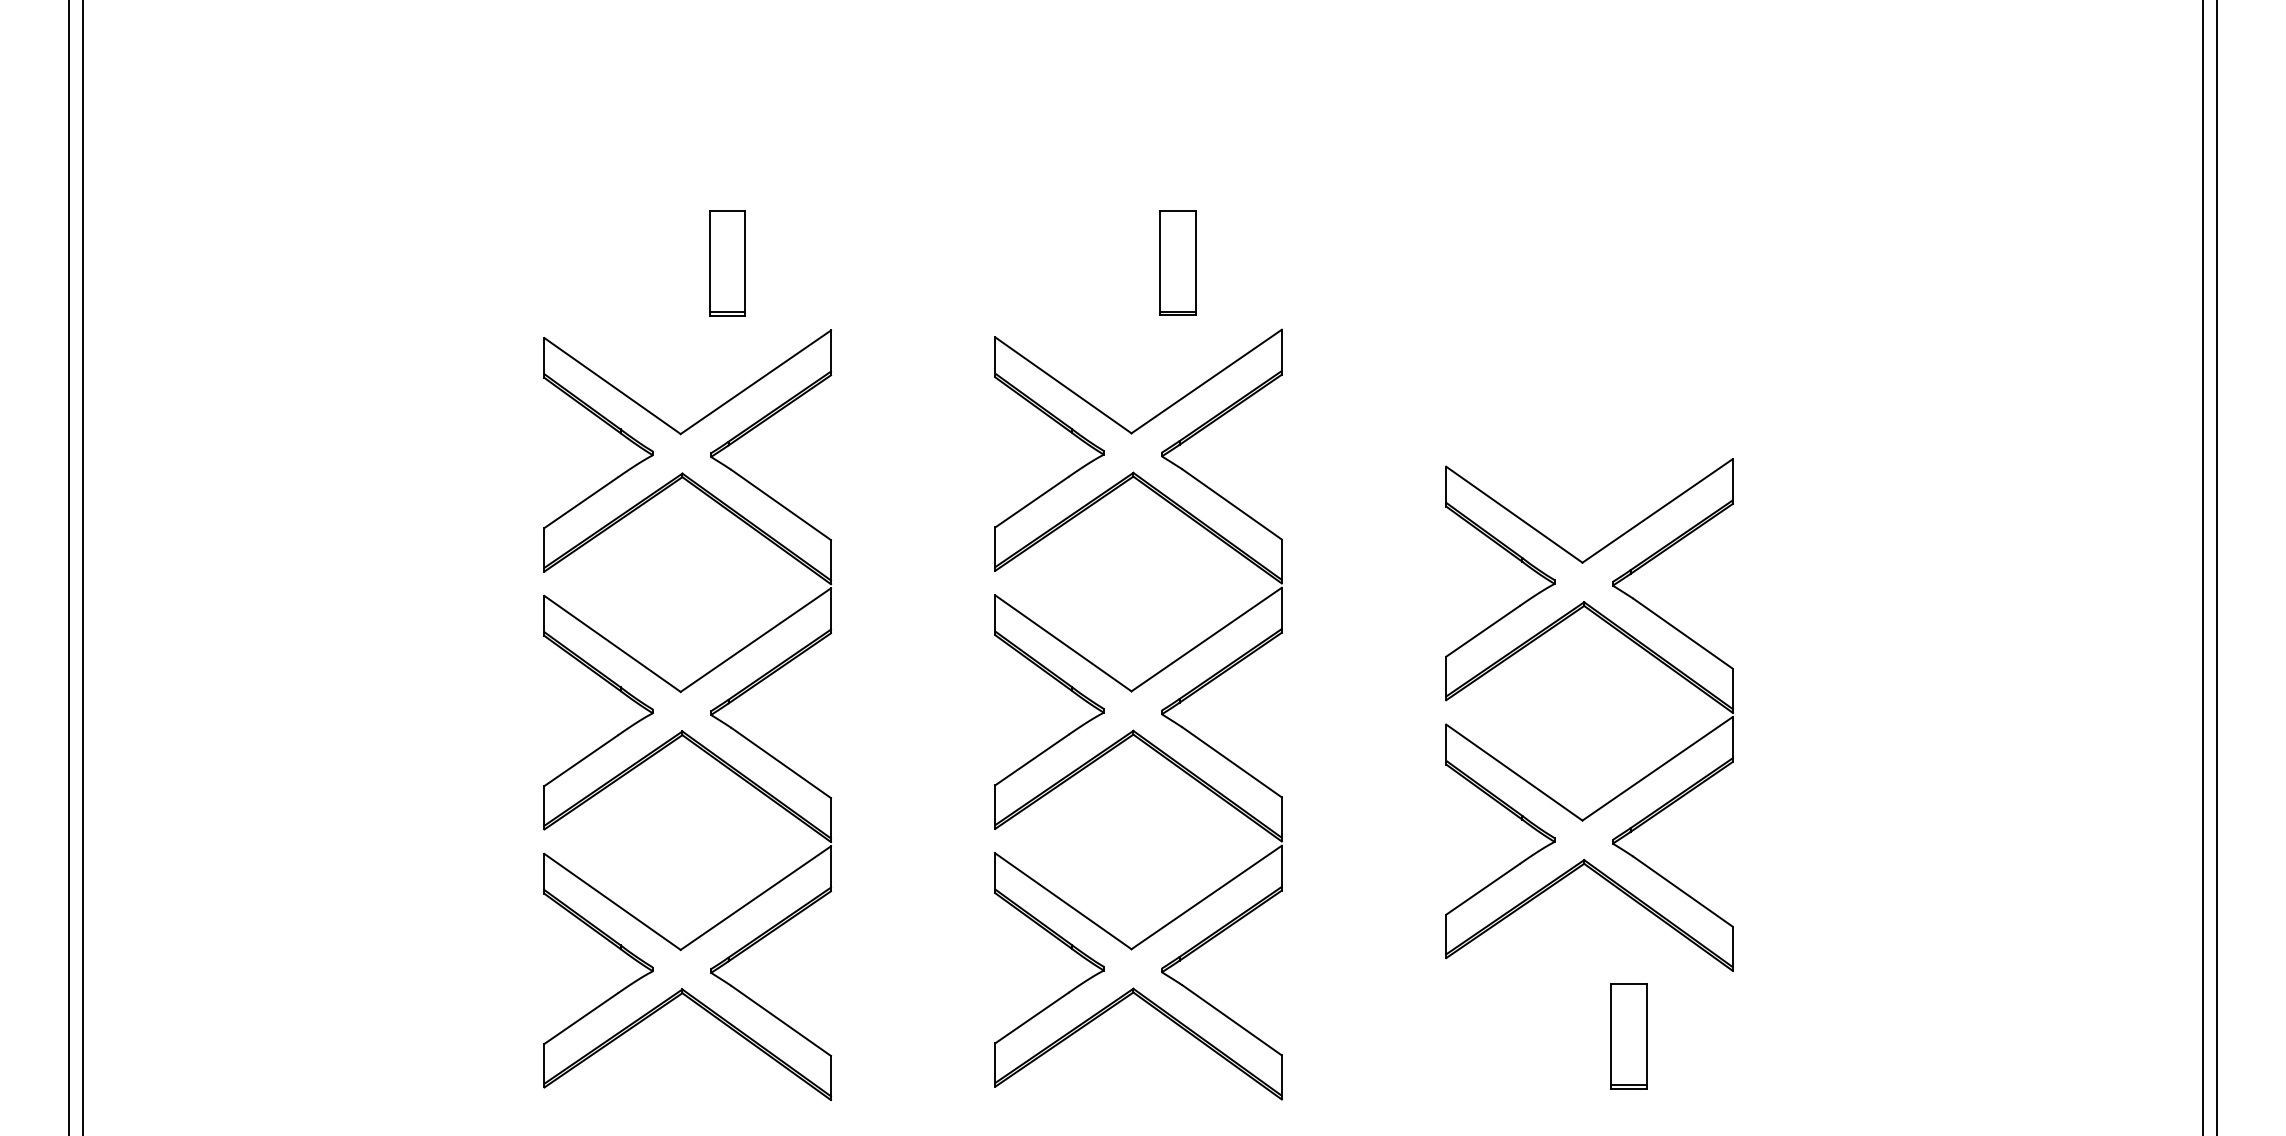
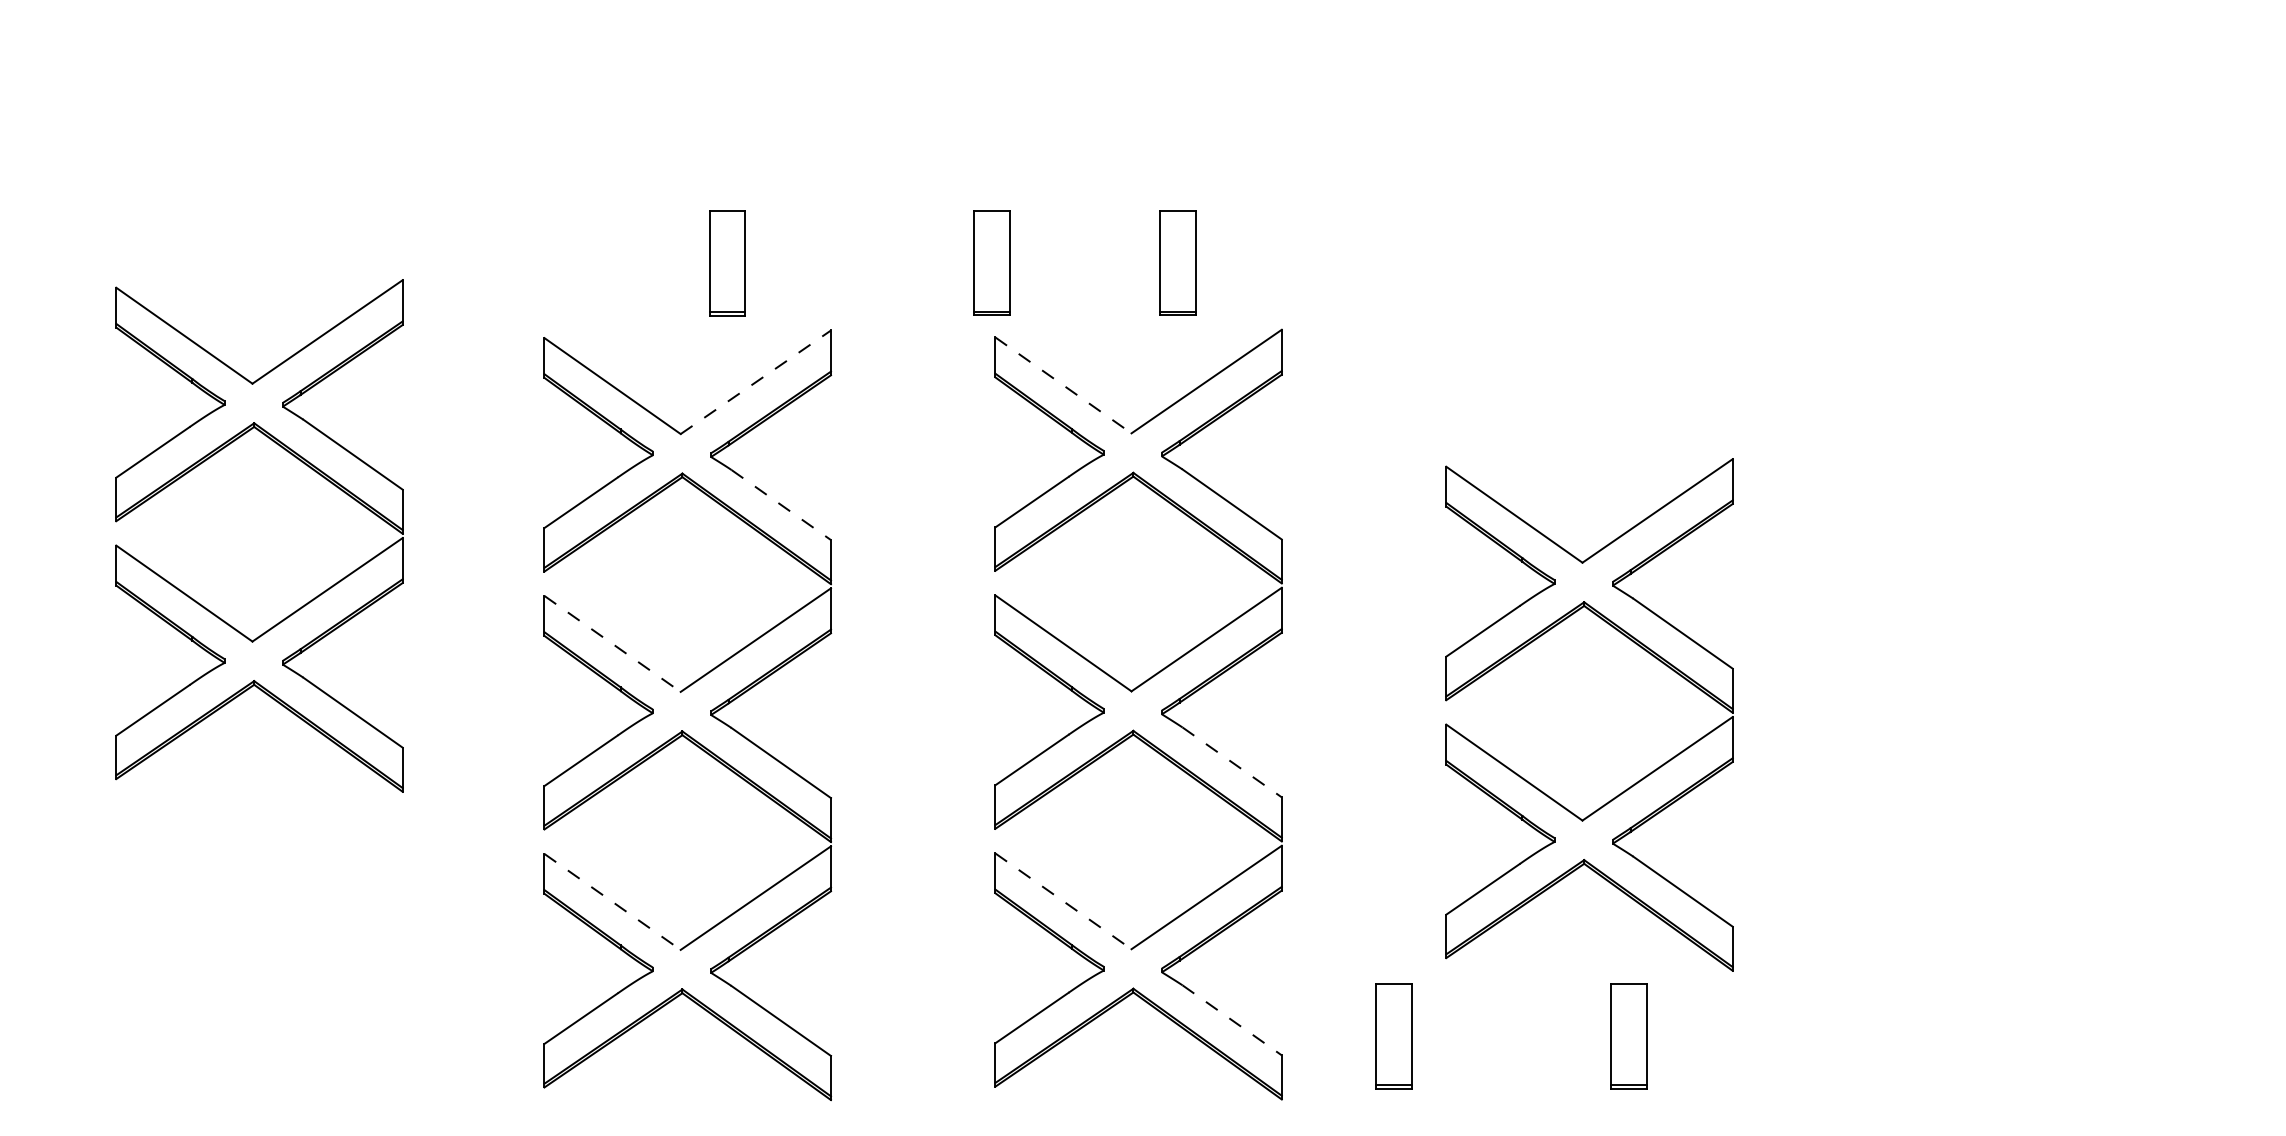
part at (991, 262): none -> present
line at (756, 382): solid -> dashed
line at (1063, 385): solid -> dashed
line at (781, 505): solid -> dashed
line at (68, 567): present -> none
line at (82, 567): present -> none
line at (2203, 567): present -> none
line at (2217, 567): present -> none
part at (305, 603): none -> present
line at (613, 644): solid -> dashed
line at (1232, 762): solid -> dashed
line at (1063, 901): solid -> dashed
line at (613, 902): solid -> dashed
line at (1232, 1020): solid -> dashed
part at (1393, 1036): none -> present
